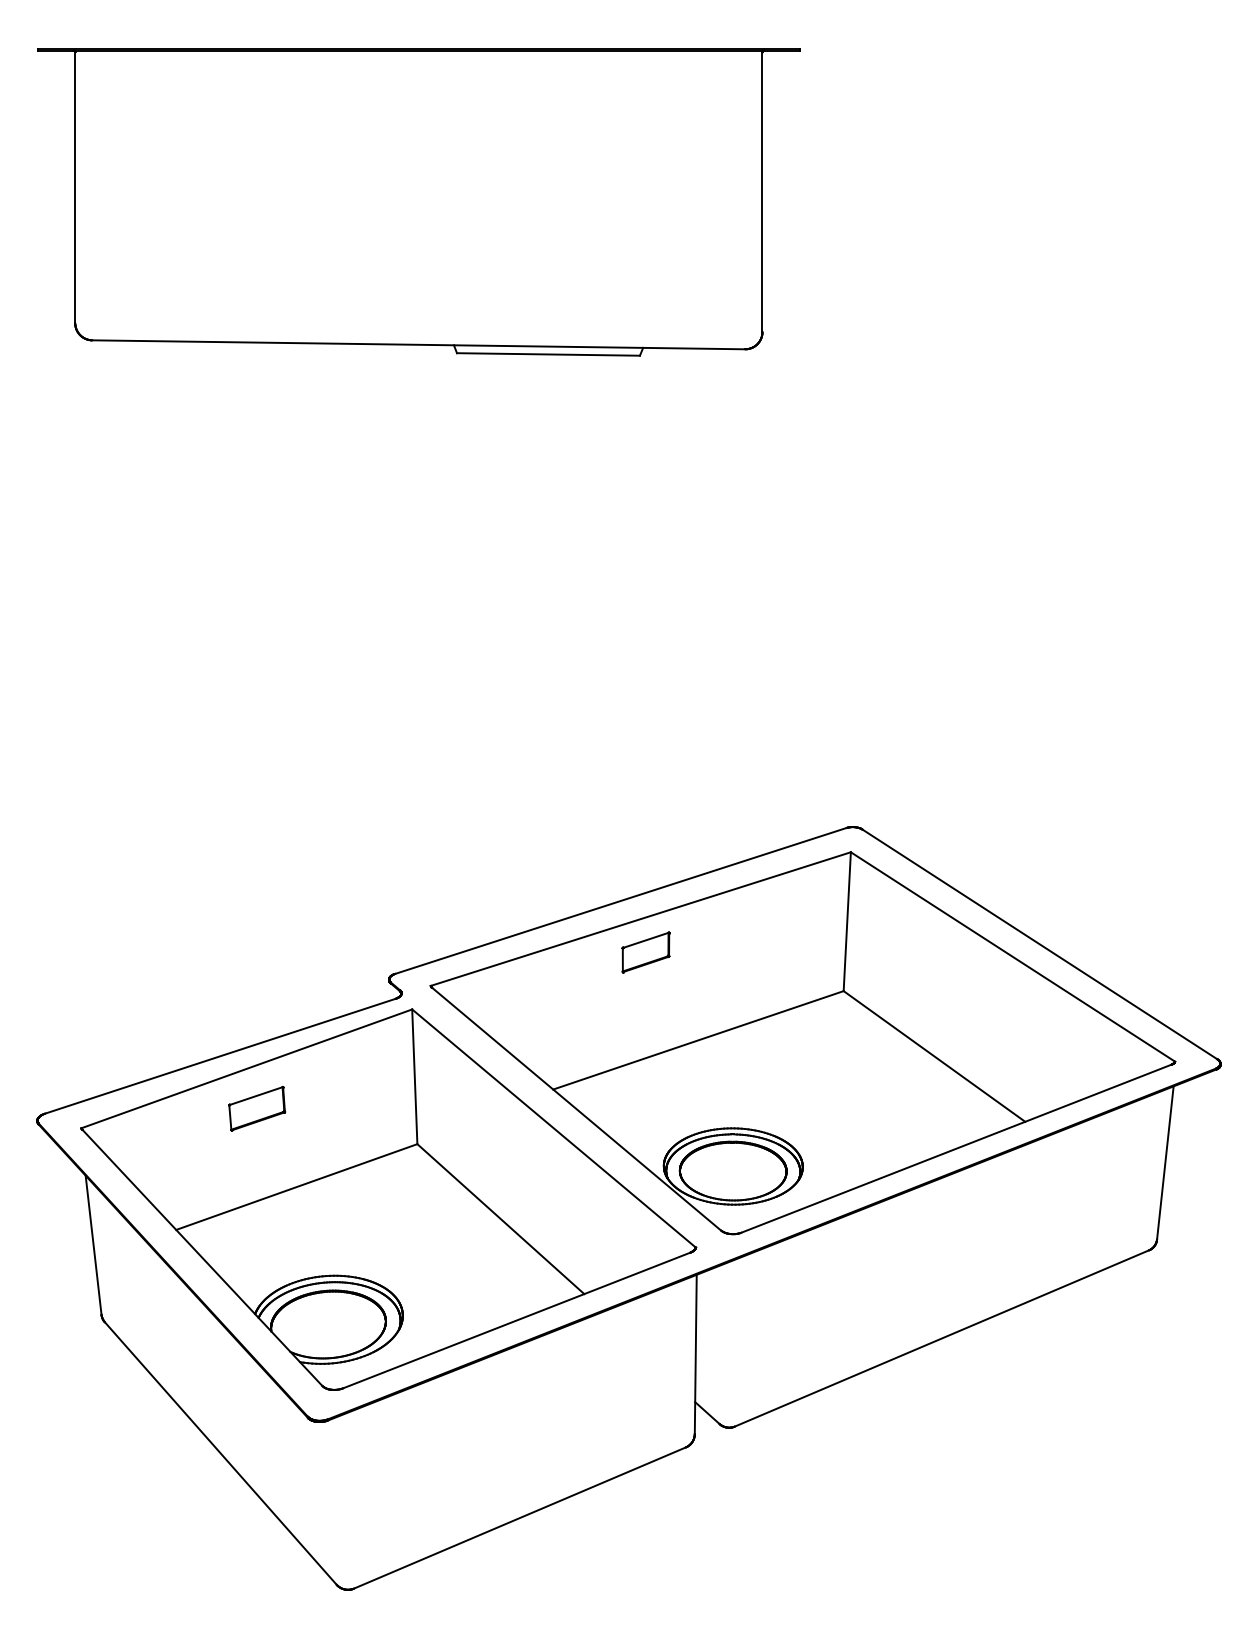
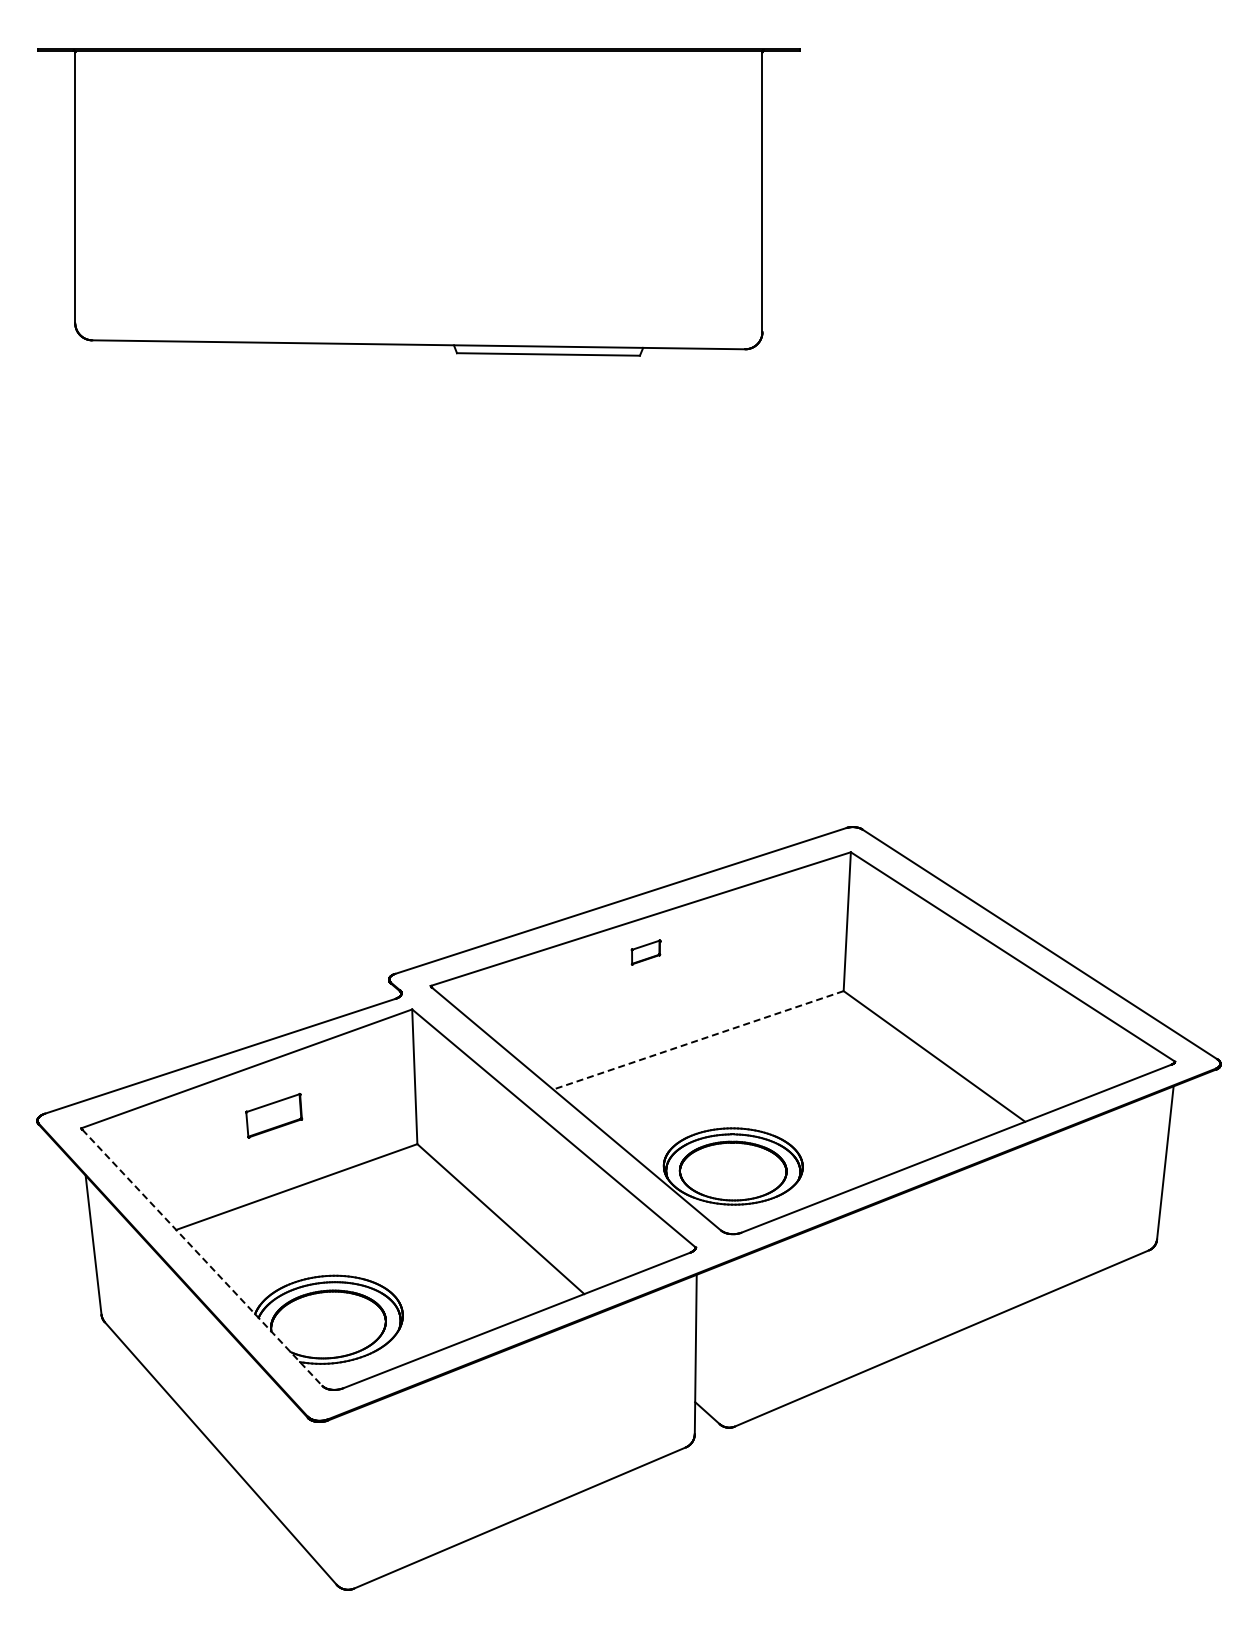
part at (645, 952) size: 50x43 px -> 32x27 px
line at (697, 1040): solid -> dashed
part at (257, 1108) position: (257, 1108) -> (274, 1115)
line at (202, 1257): solid -> dashed
